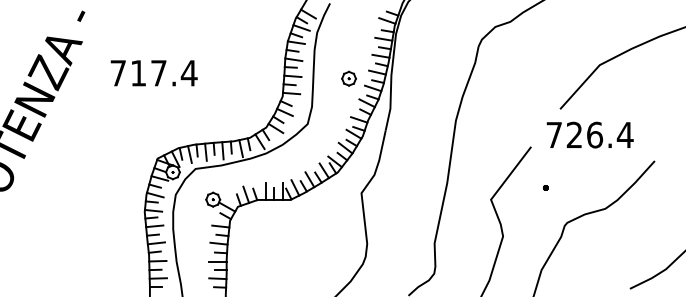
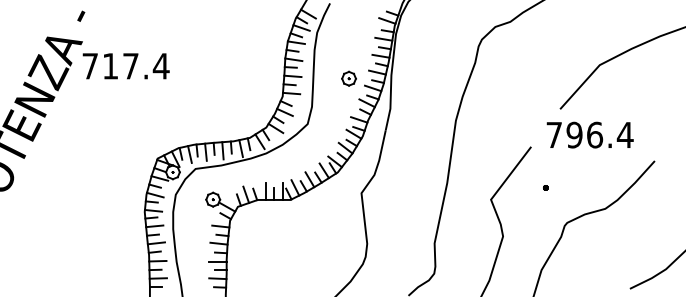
text at (153, 73) position: (153, 73) -> (125, 66)
text at (574, 134): 726.4 -> 796.4
